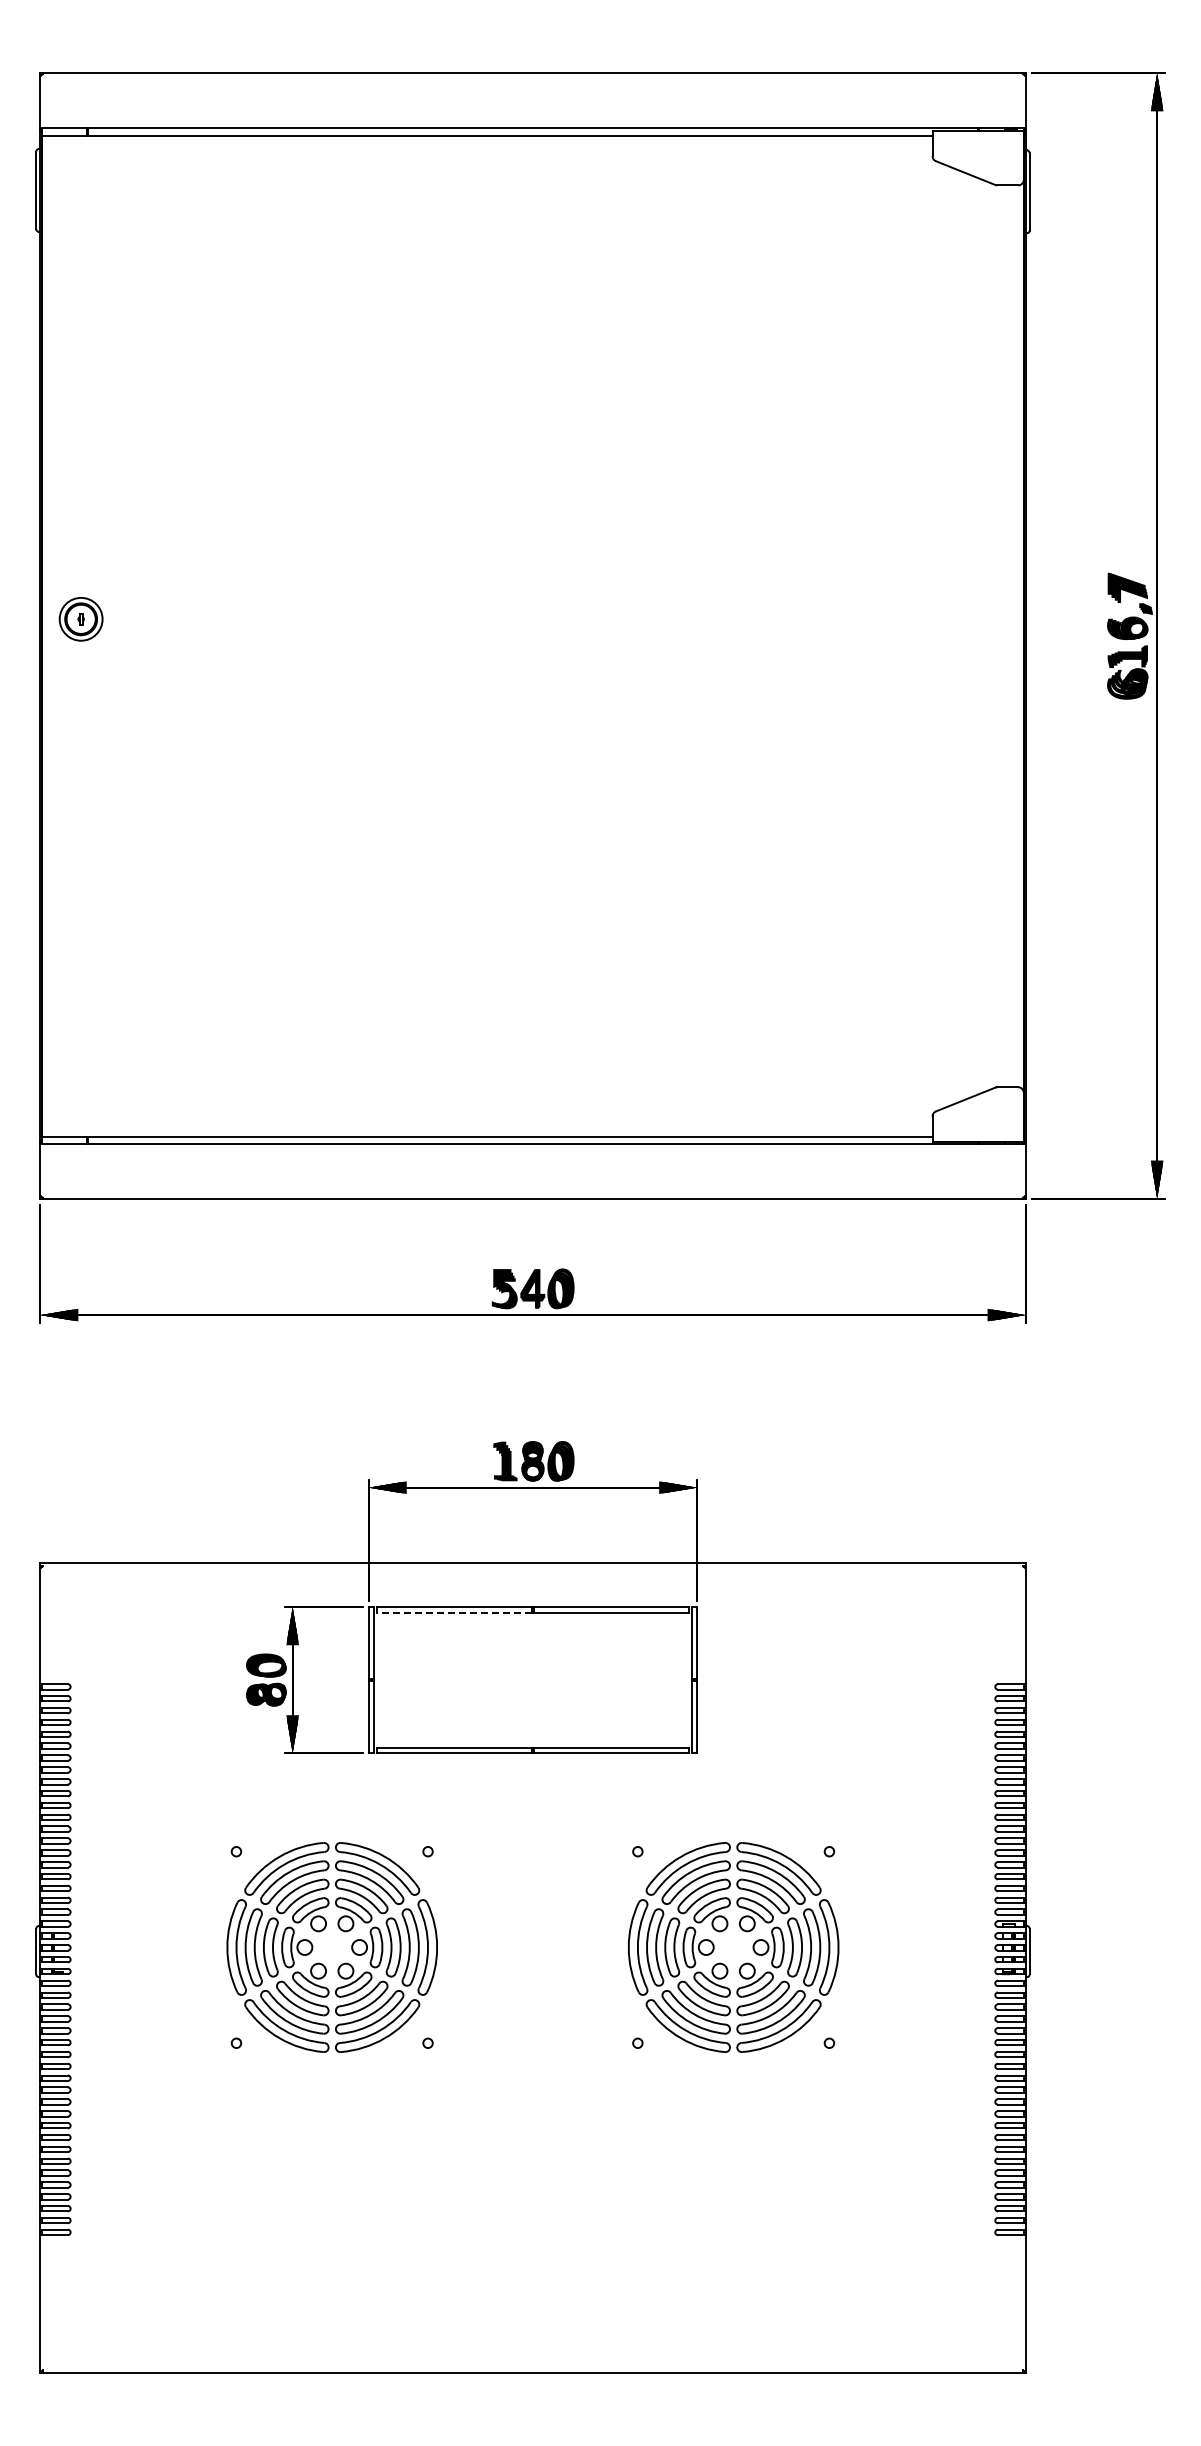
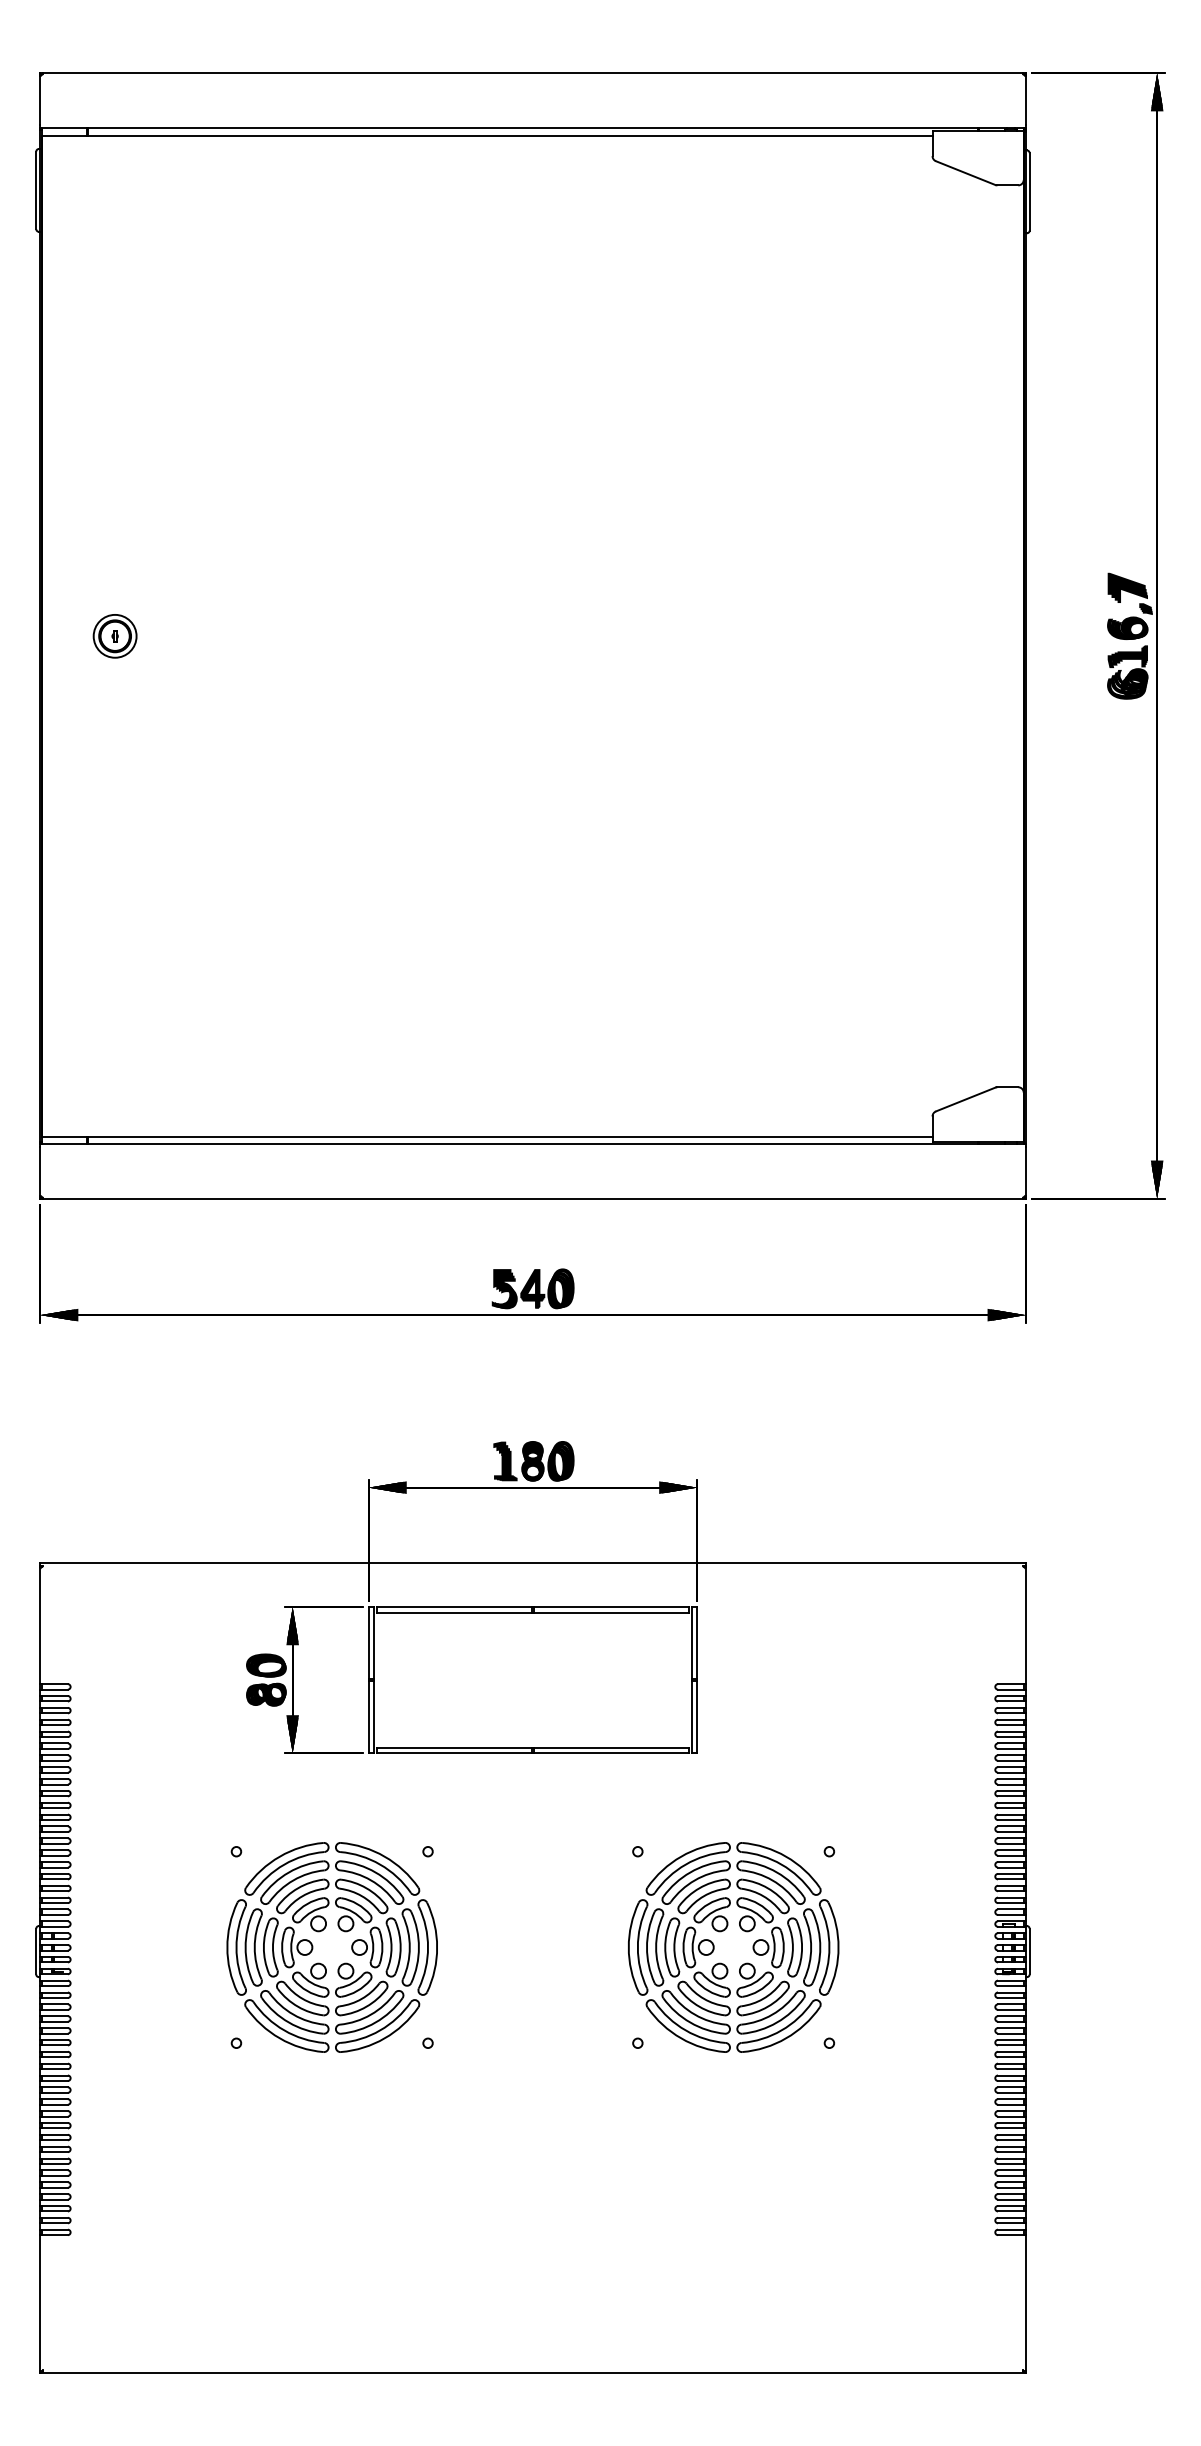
part at (80, 619) position: (80, 619) -> (114, 636)
line at (453, 1612): dashed -> solid
